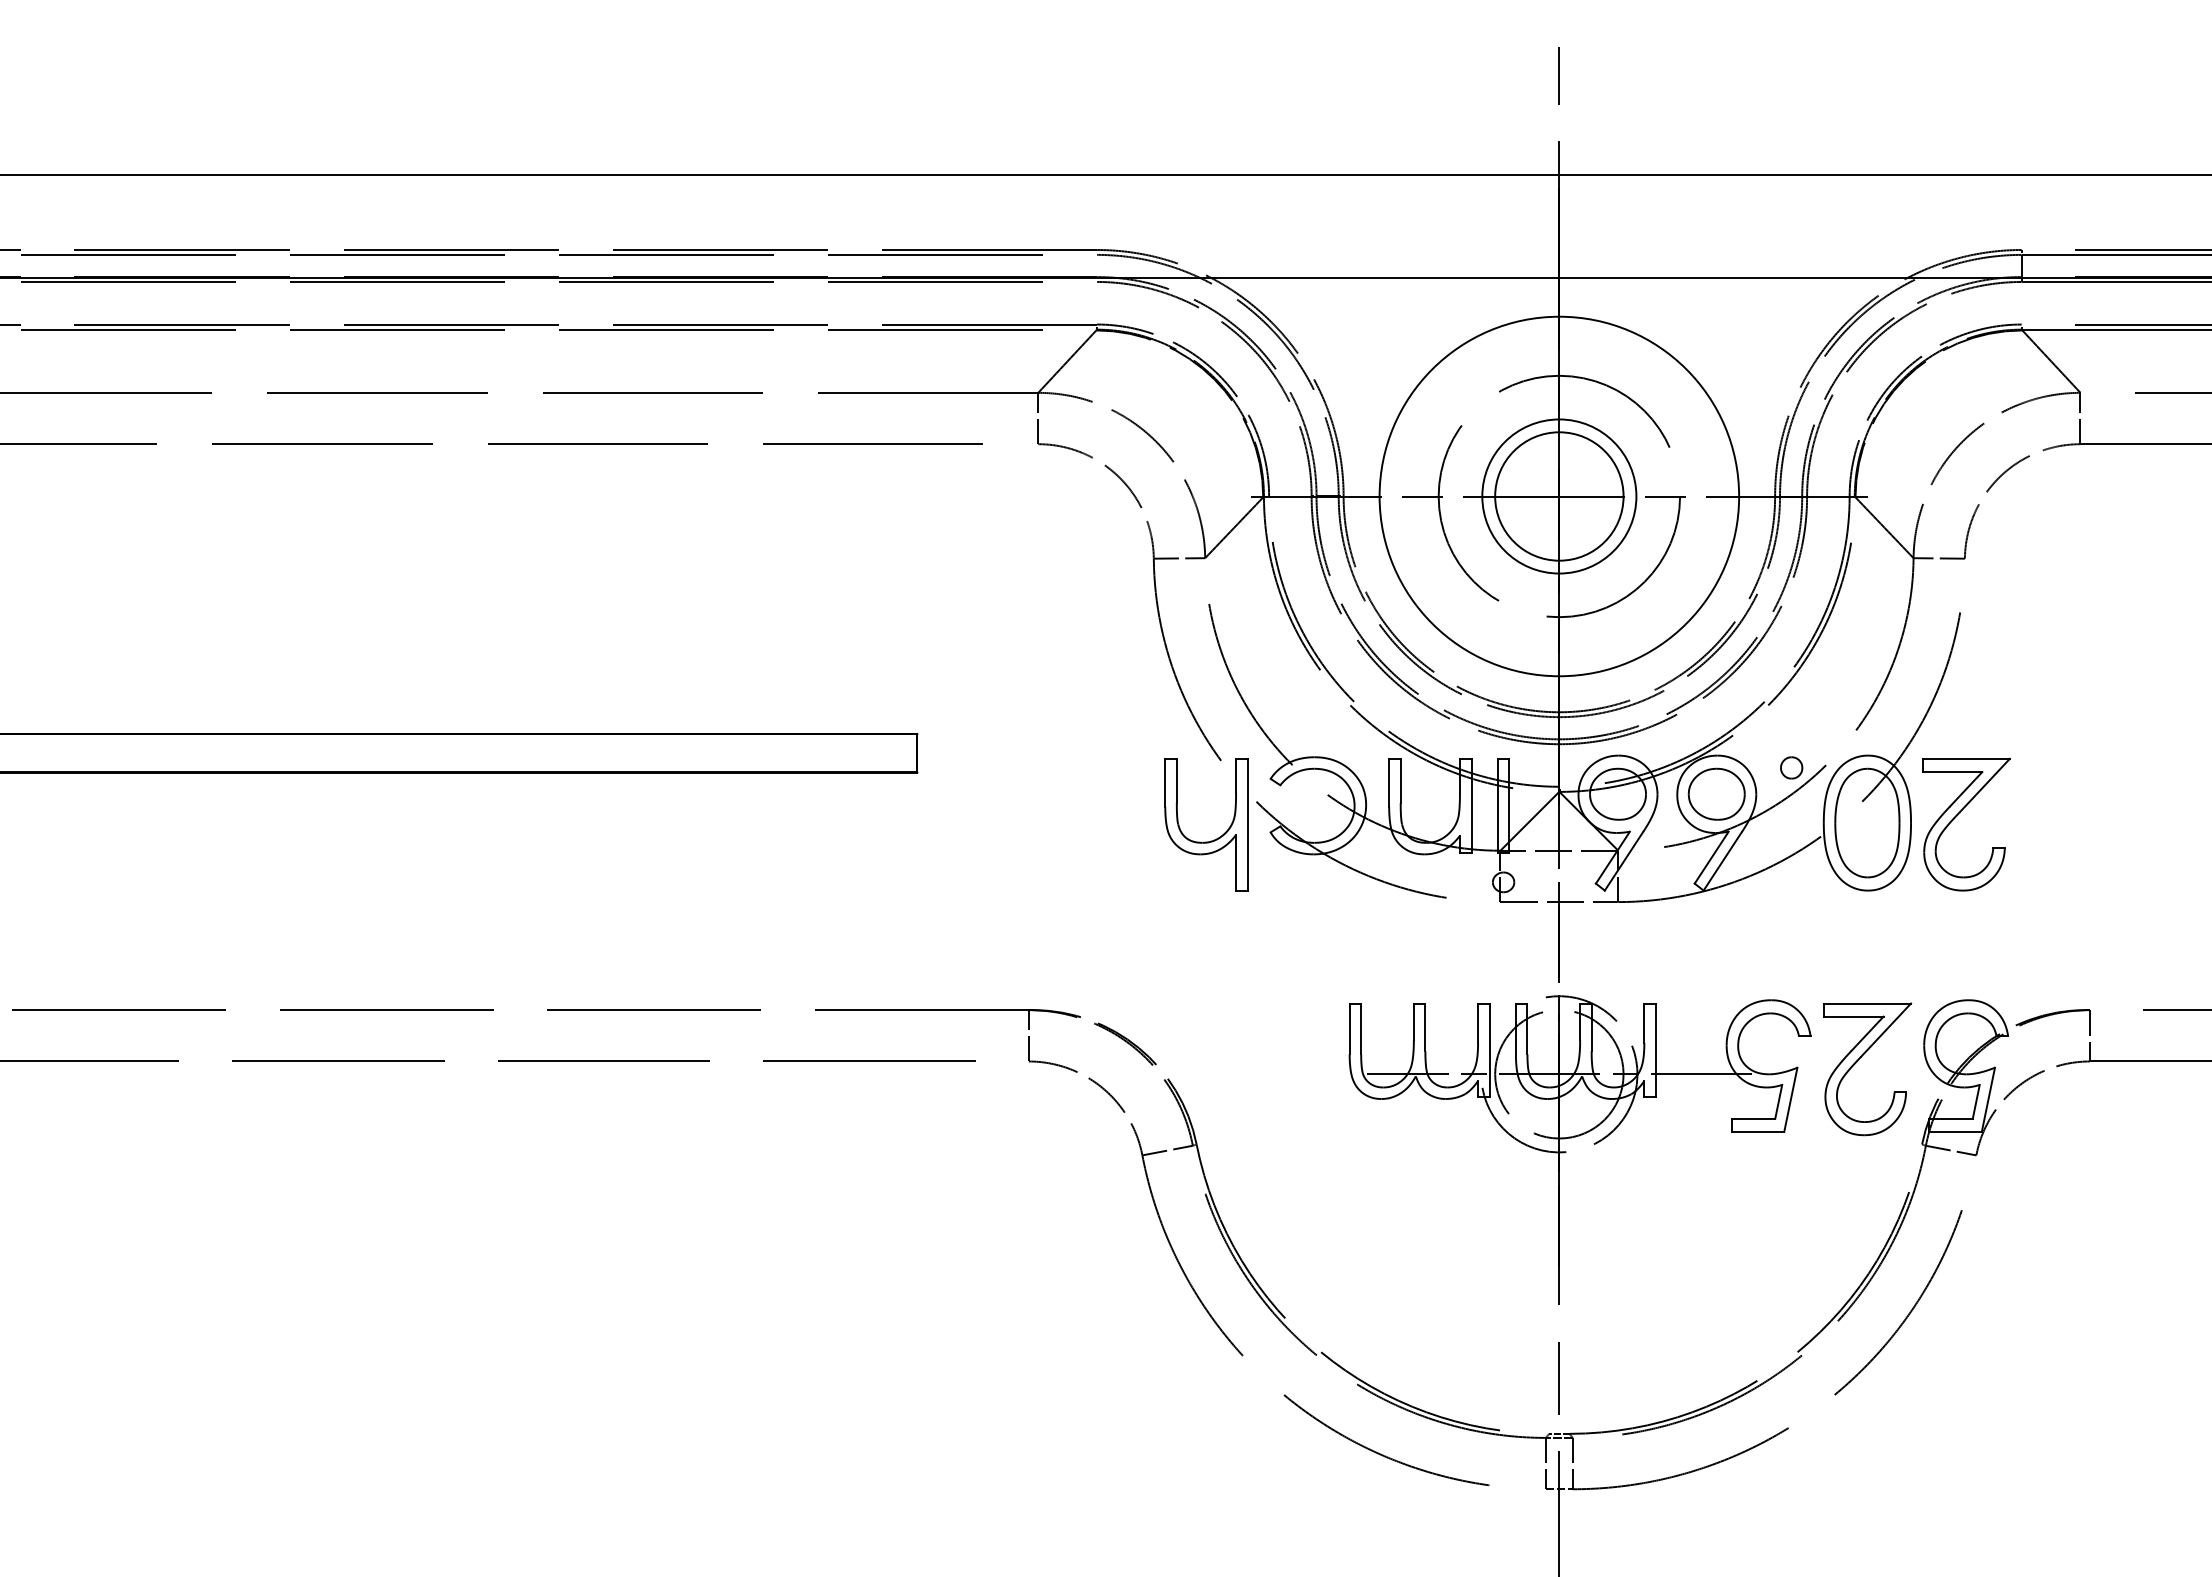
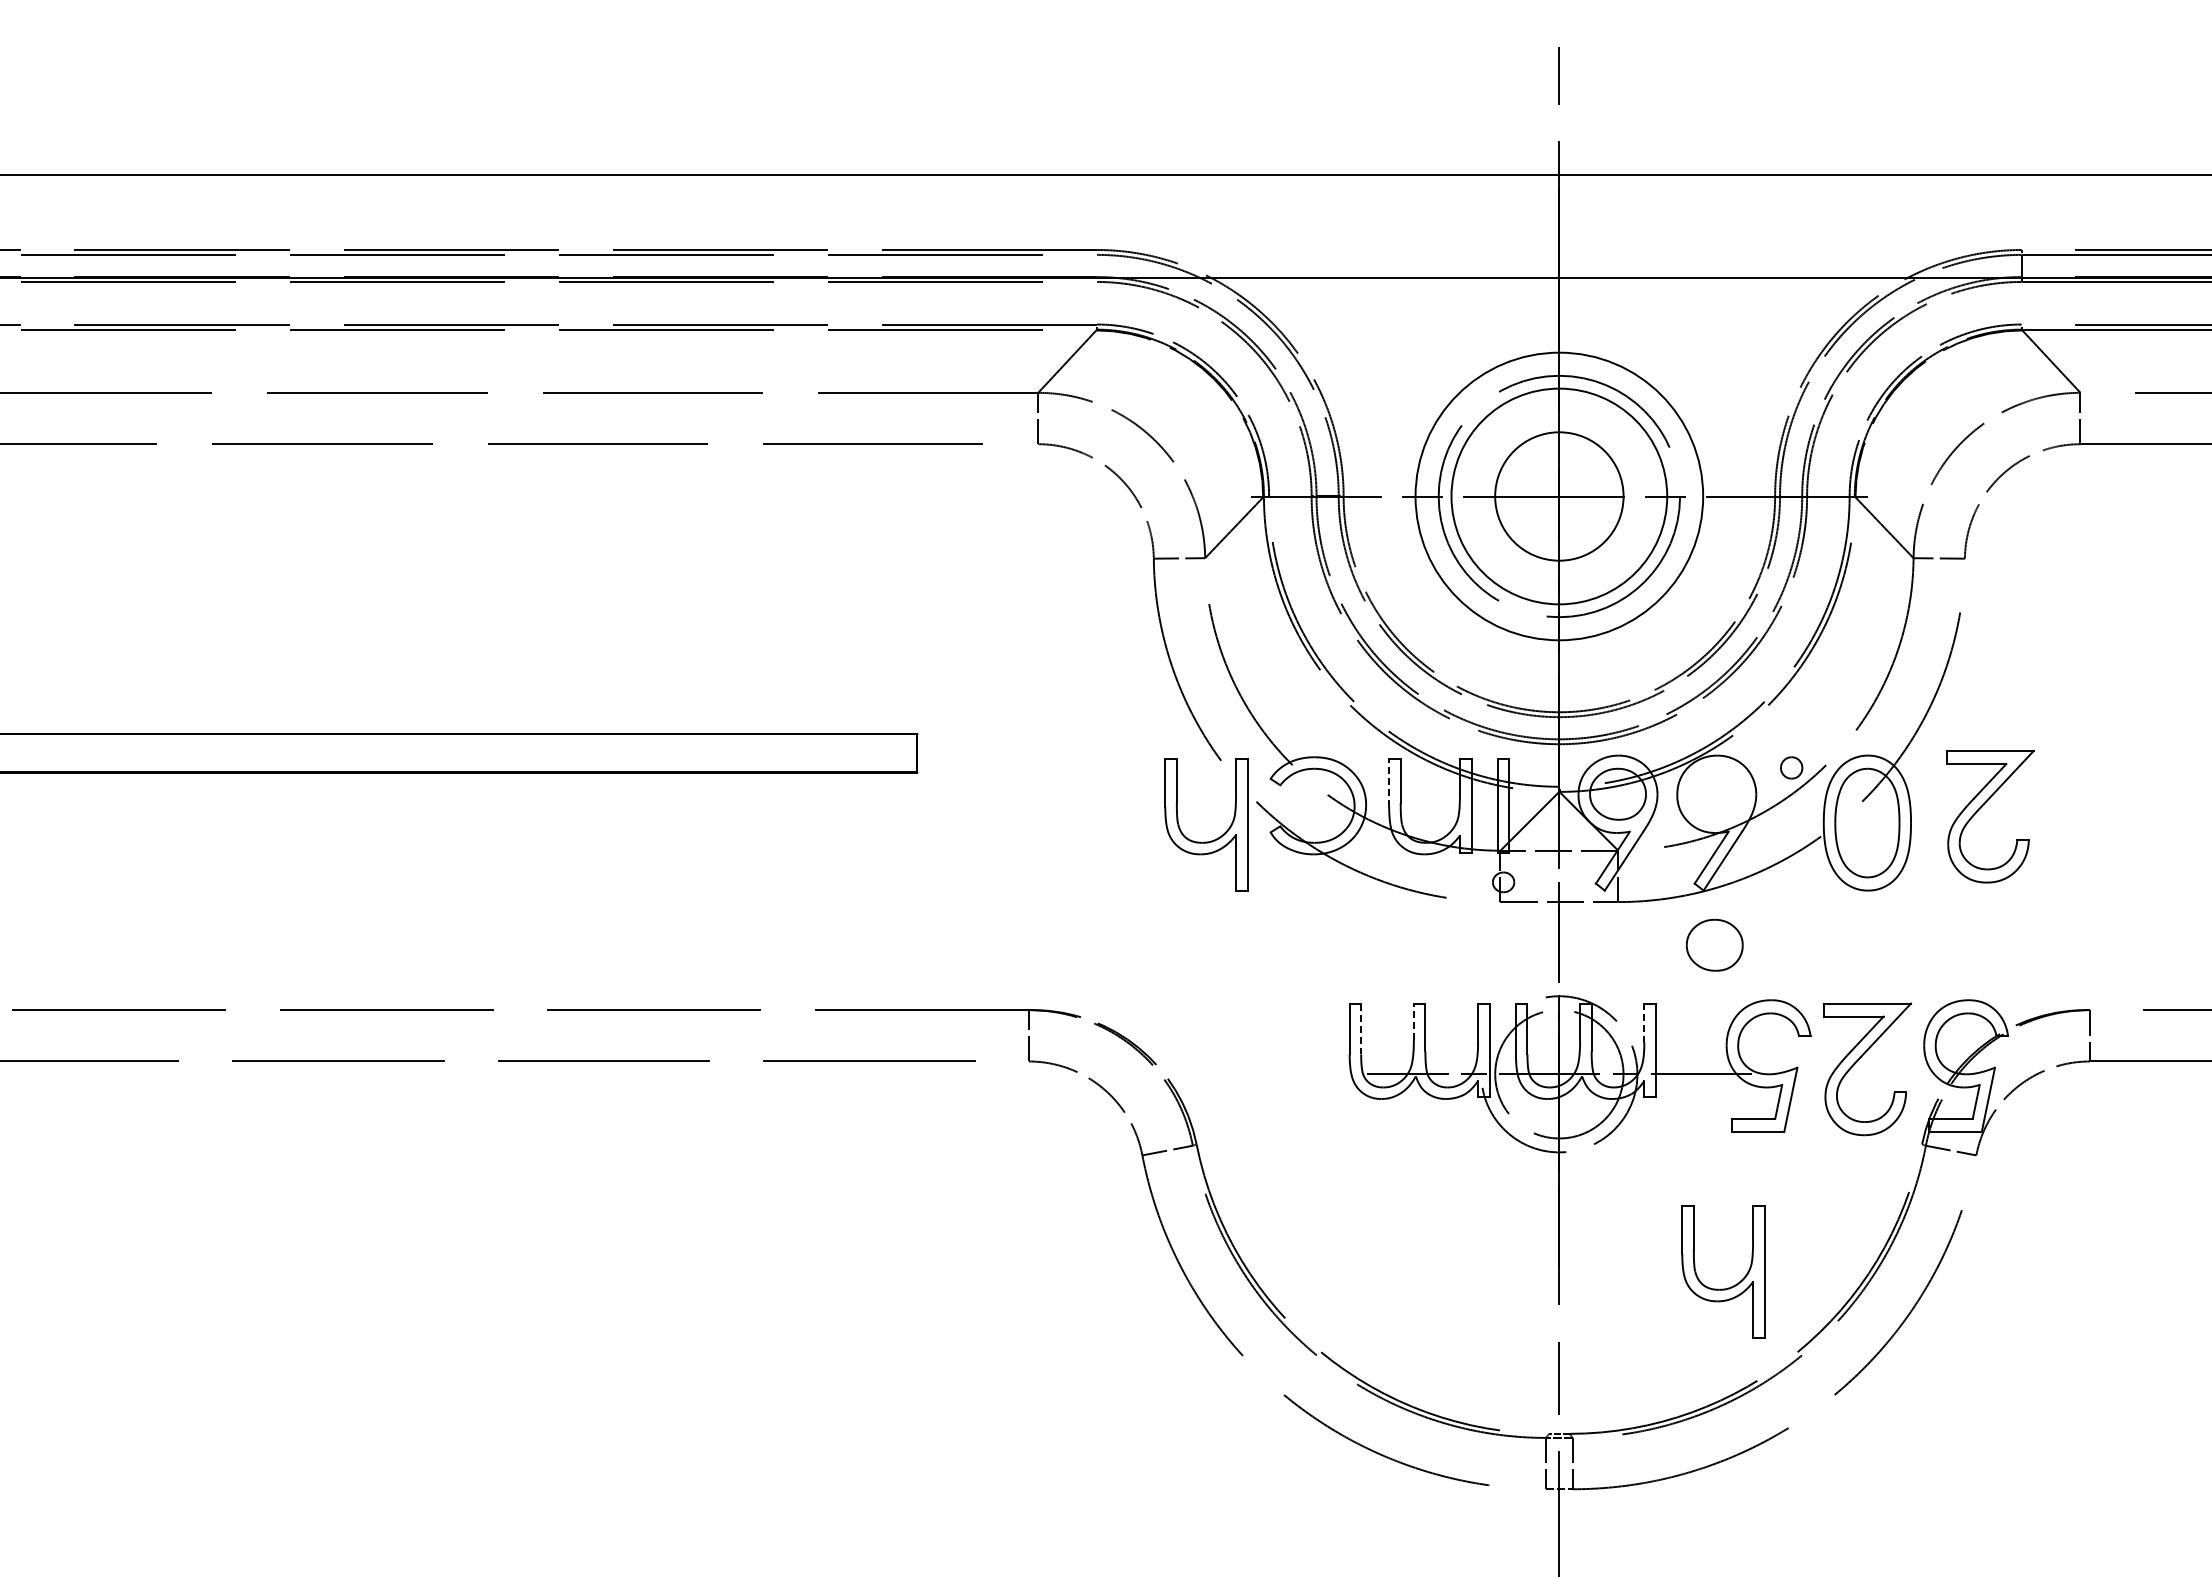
circle at (1559, 496) diameter: 154 px -> 216 px
circle at (1559, 496) diameter: 360 px -> 288 px
line at (1389, 782): solid -> dashed
part at (1716, 793) position: (1716, 793) -> (1714, 944)
part at (1958, 815) position: (1958, 815) -> (1982, 807)
line at (1413, 1021): solid -> dashed
line at (1644, 1023): solid -> dashed
line at (1361, 1029): solid -> dashed
part at (1727, 1287): none -> present
